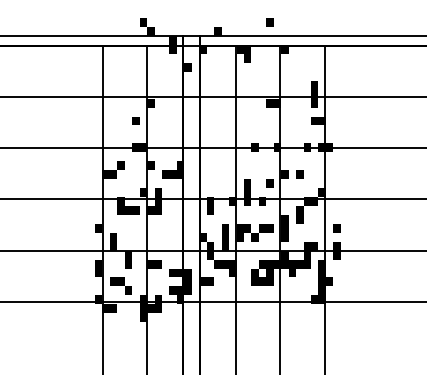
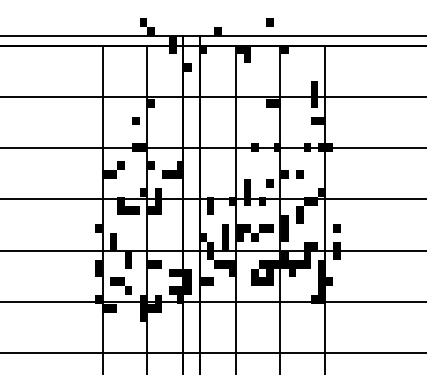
line at (212, 352): none -> present
